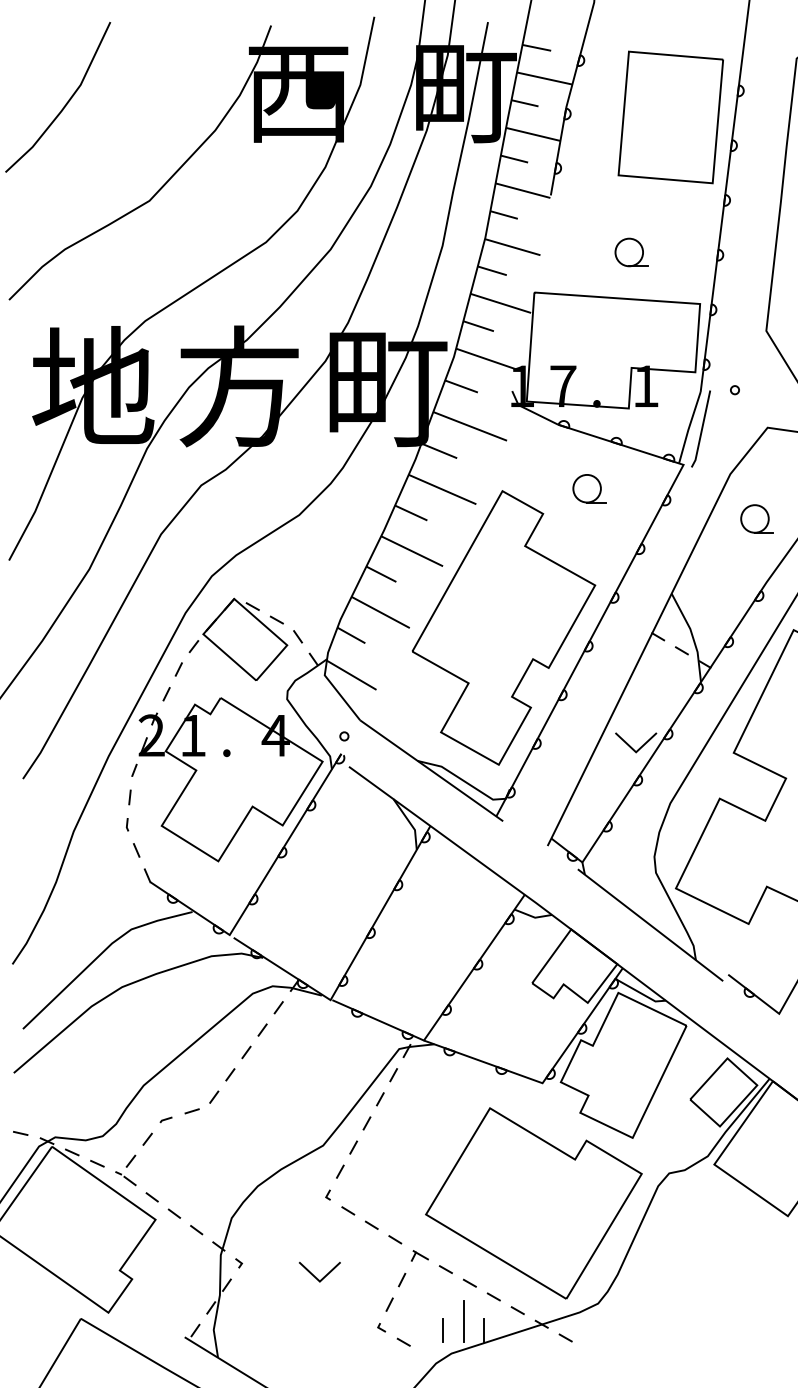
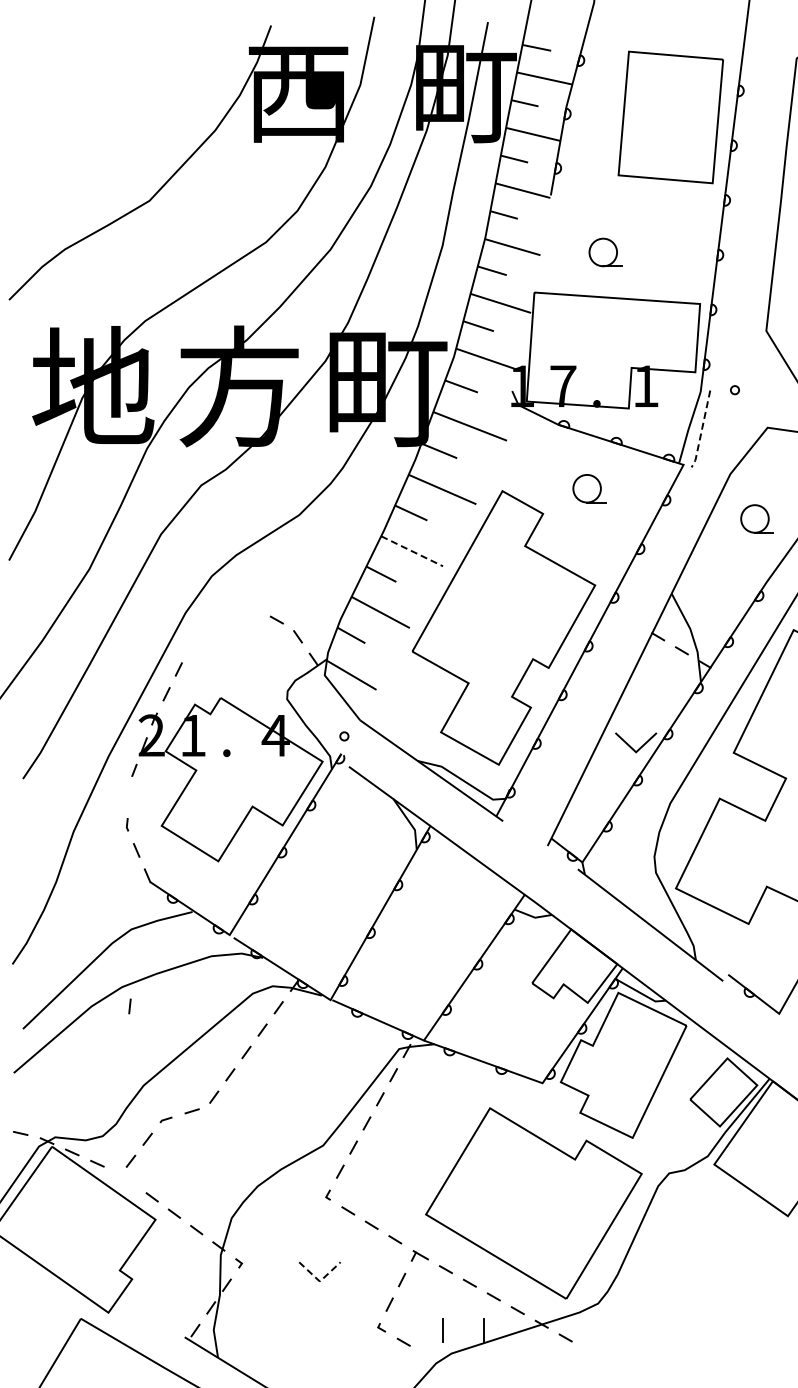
line at (66, 102): present -> none
part at (631, 252) position: (631, 252) -> (605, 252)
line at (701, 430): solid -> dashed
line at (412, 551): solid -> dashed
part at (238, 638): present -> none
line at (129, 797) position: (129, 797) -> (129, 1006)
line at (125, 1178): present -> none
line at (319, 1281): solid -> dashed
line at (463, 1321): present -> none
